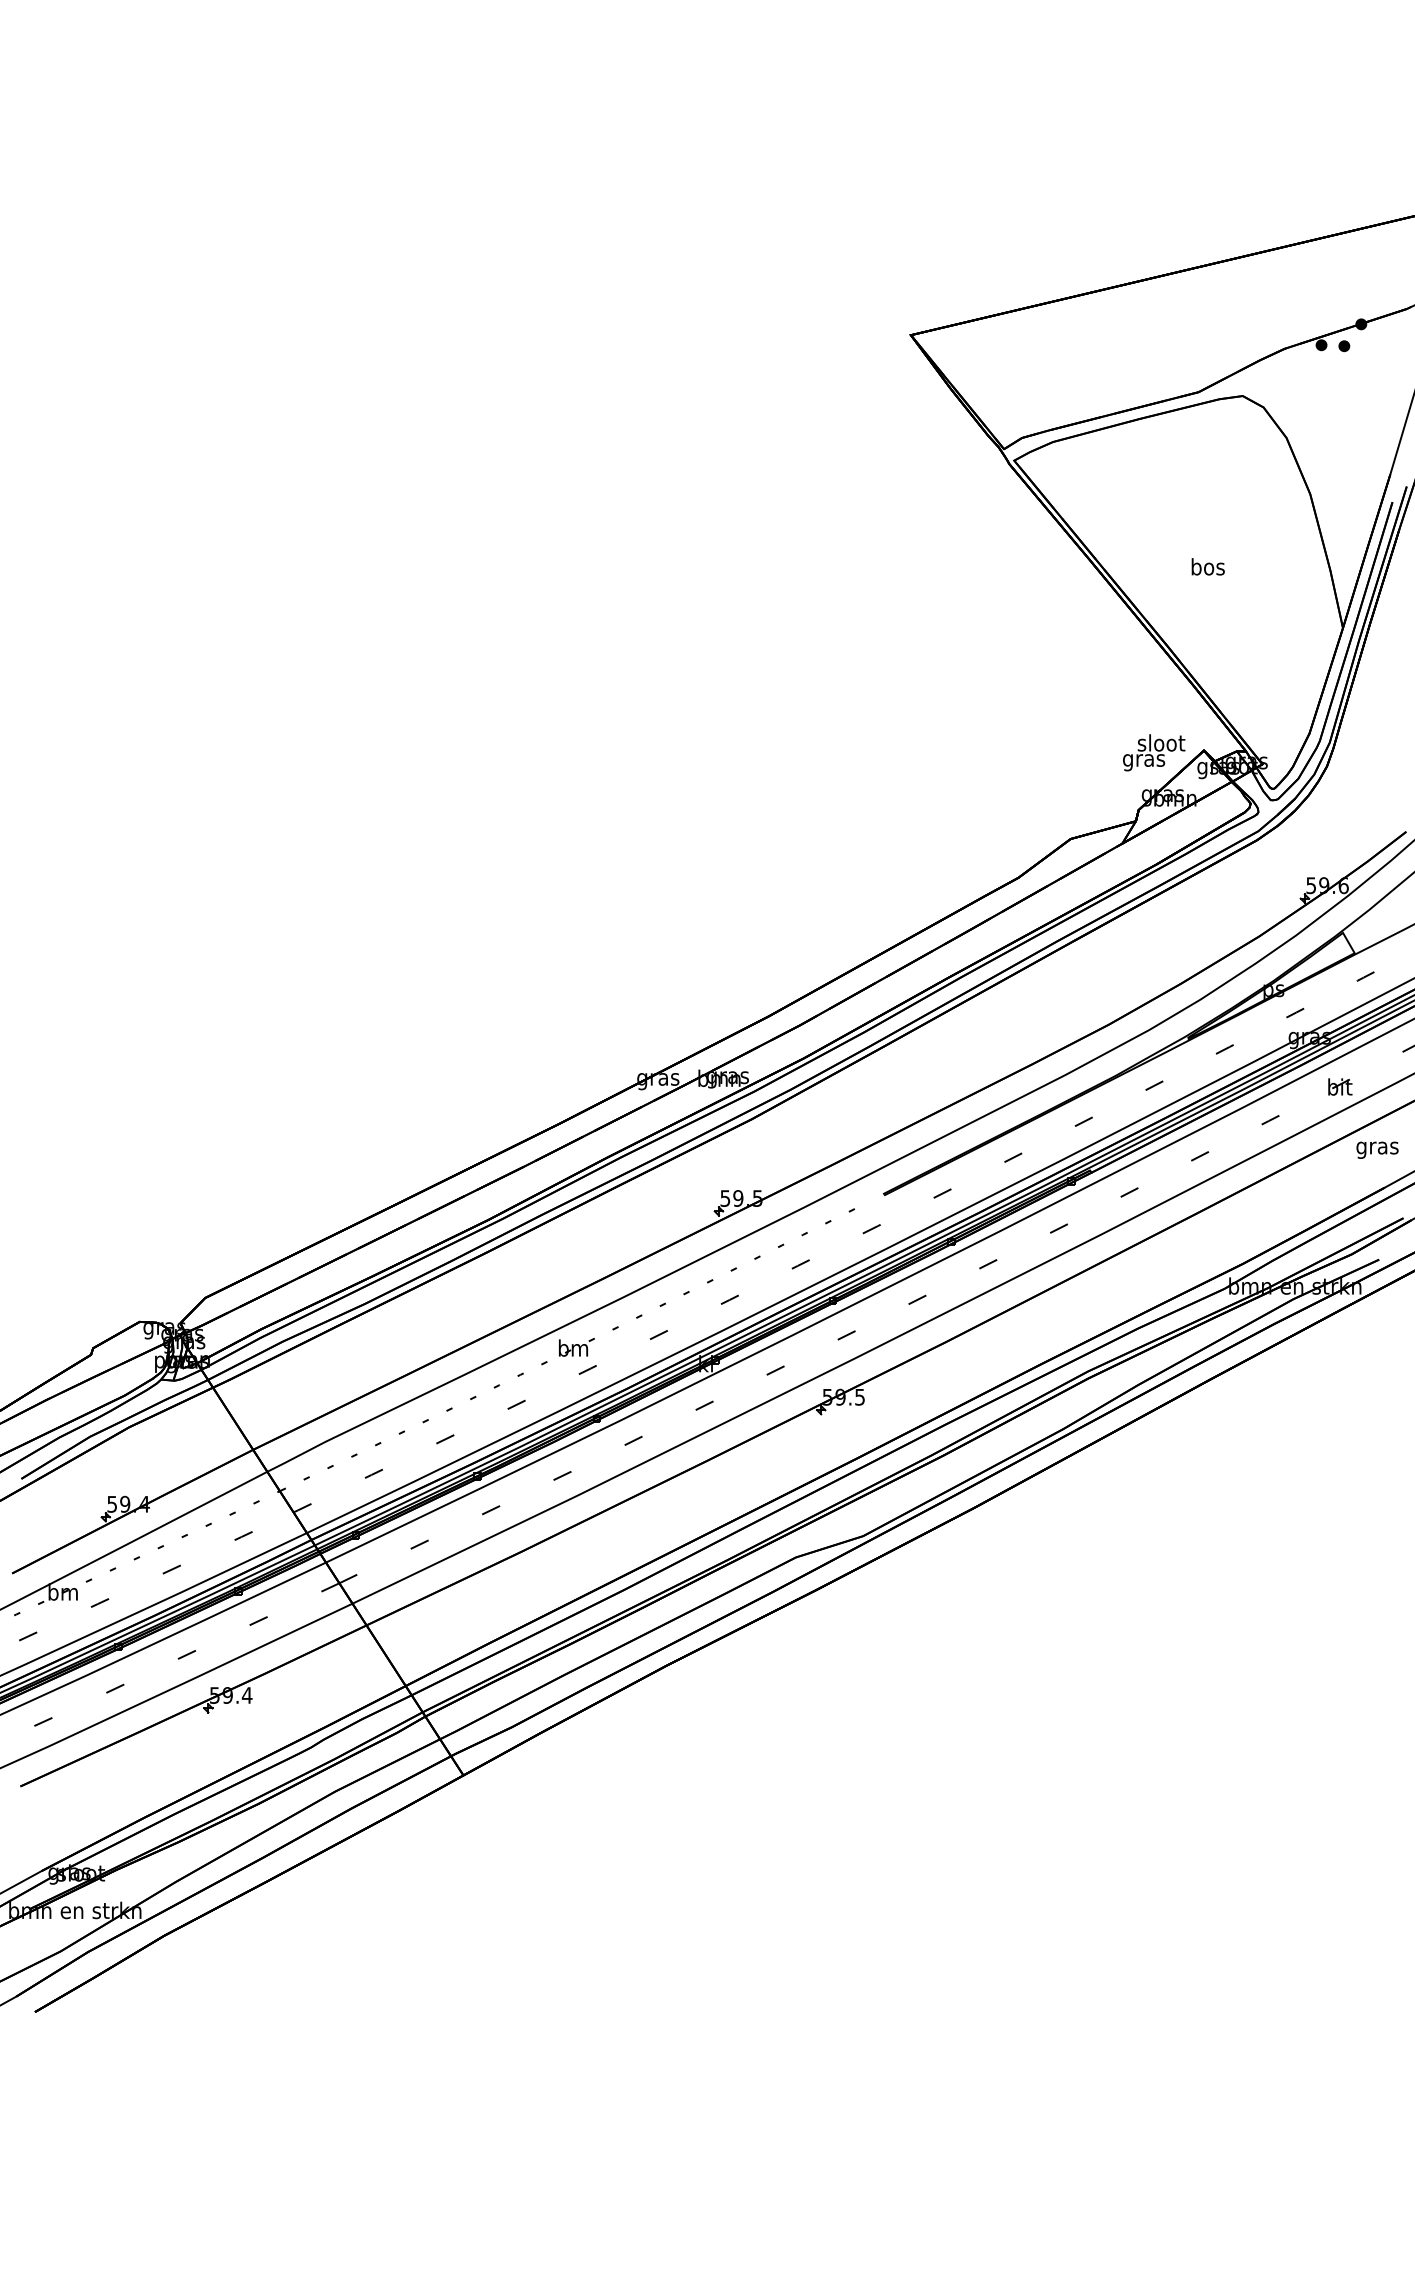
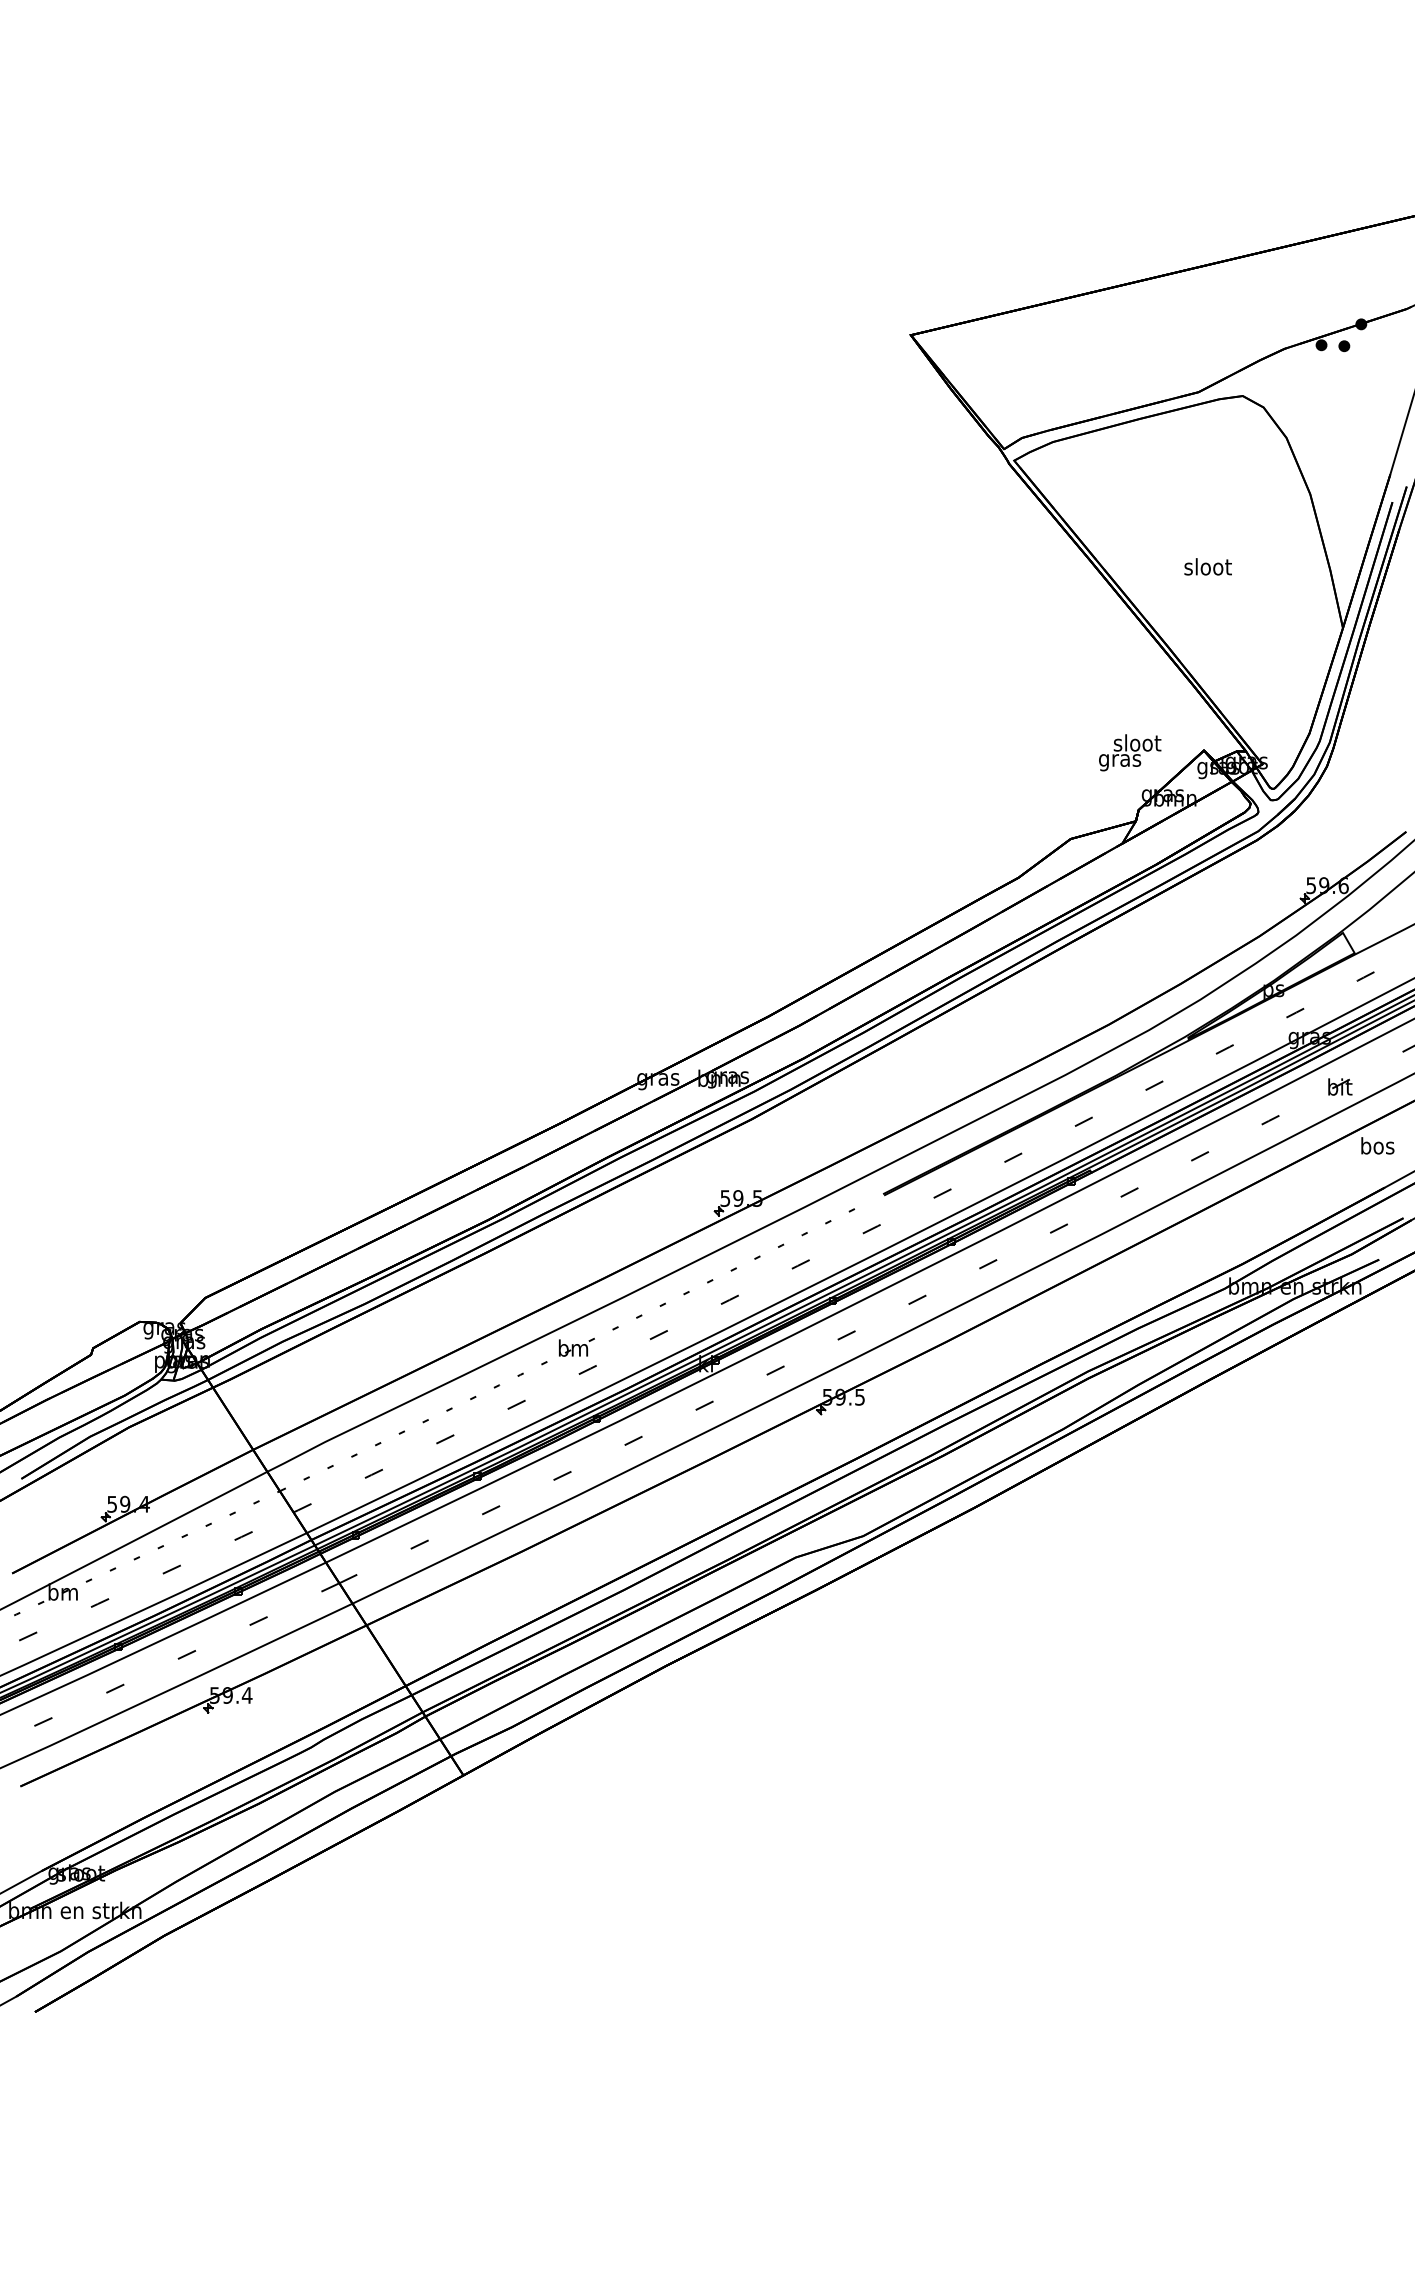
text at (1207, 566): bos -> sloot
text at (1154, 752) position: (1154, 752) -> (1130, 752)
text at (1377, 1147): gras -> bos
